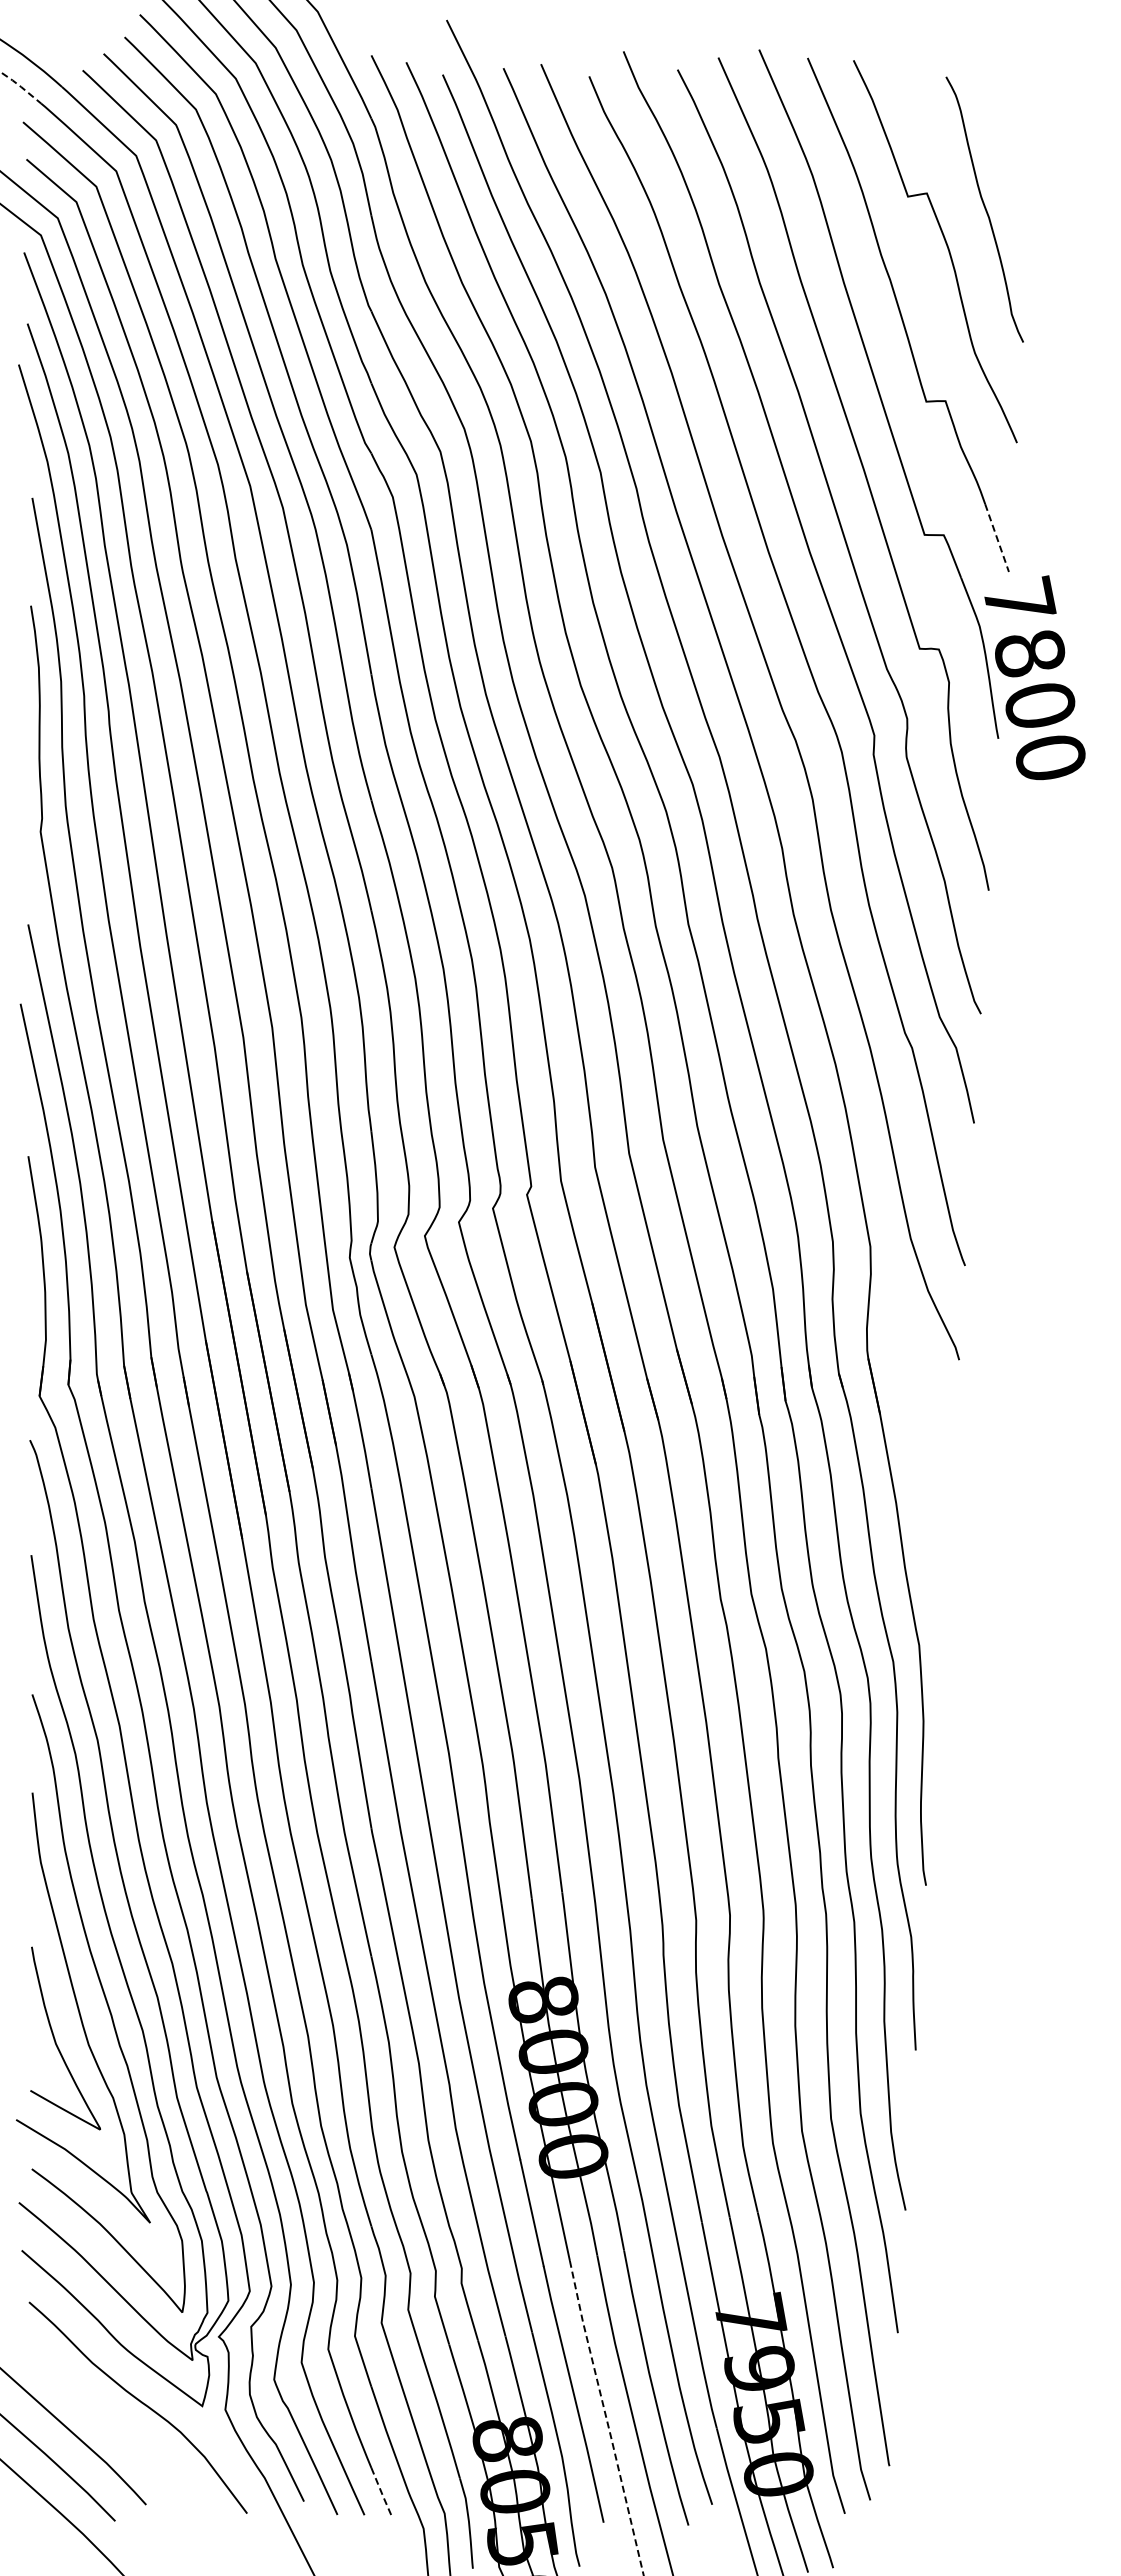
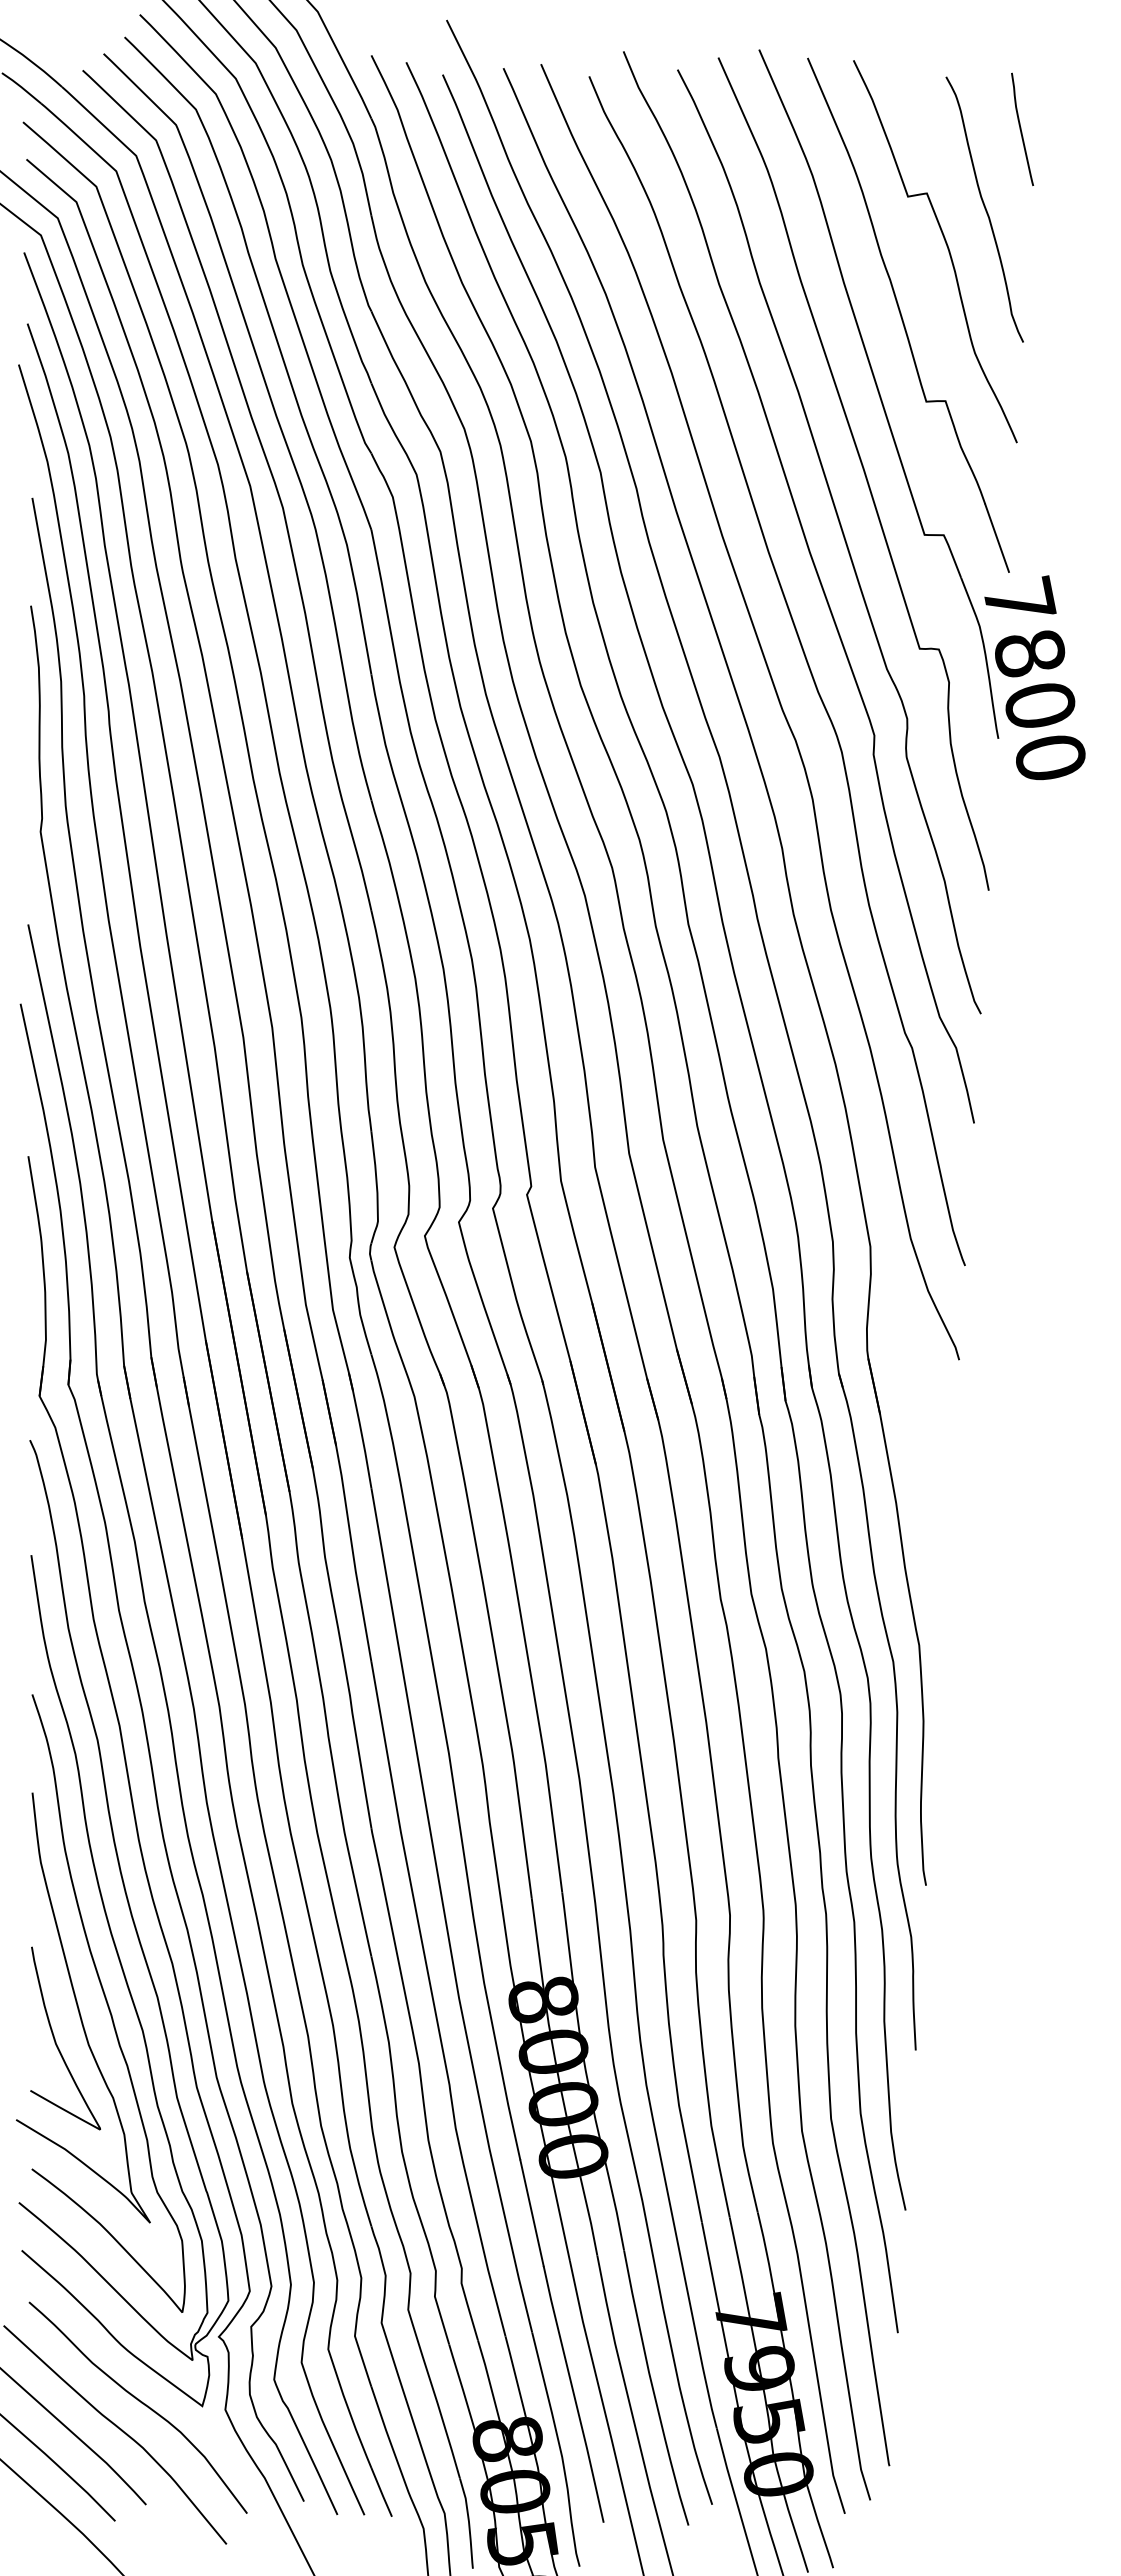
line at (21, 87): dashed -> solid
curve at (1021, 128): none -> present
line at (997, 538): dashed -> solid
line at (606, 2418): dashed -> solid
curve at (117, 2428): none -> present
line at (381, 2493): dashed -> solid
